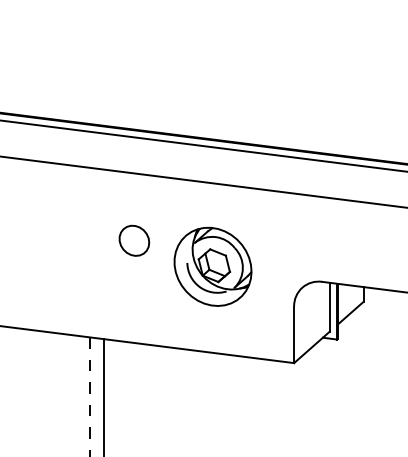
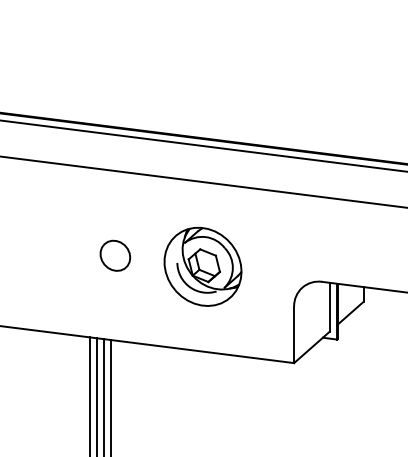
part at (134, 240) position: (134, 240) -> (115, 255)
part at (212, 266) position: (212, 266) -> (202, 266)
line at (97, 395): none -> present
line at (111, 396): none -> present
line at (90, 397): dashed -> solid
